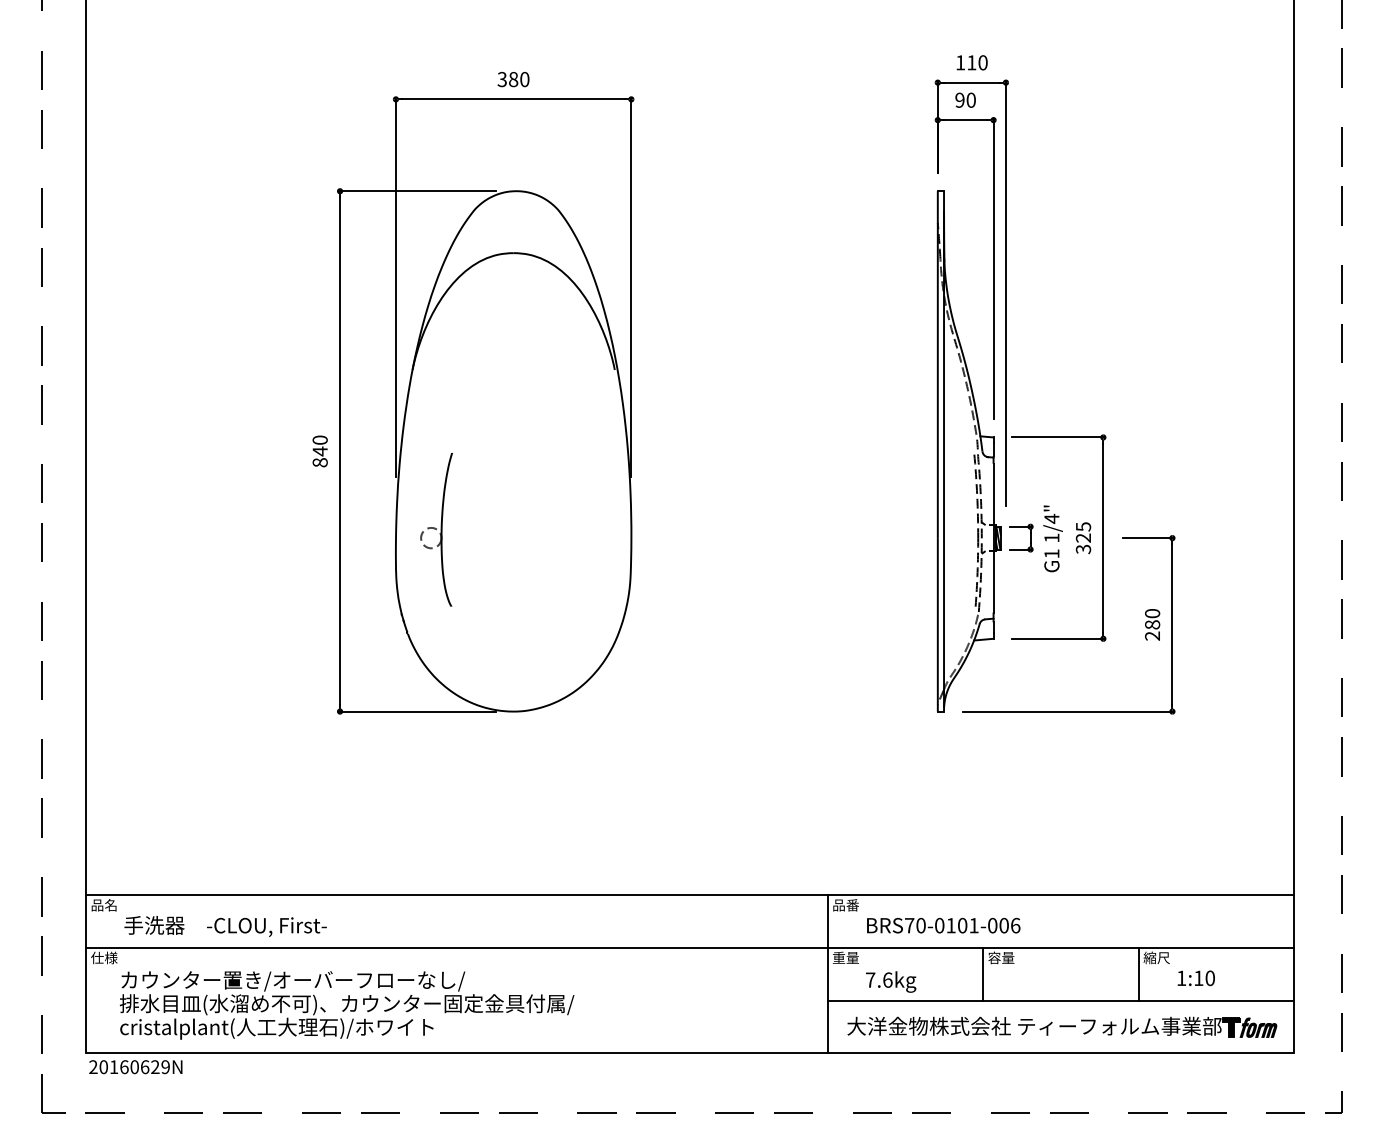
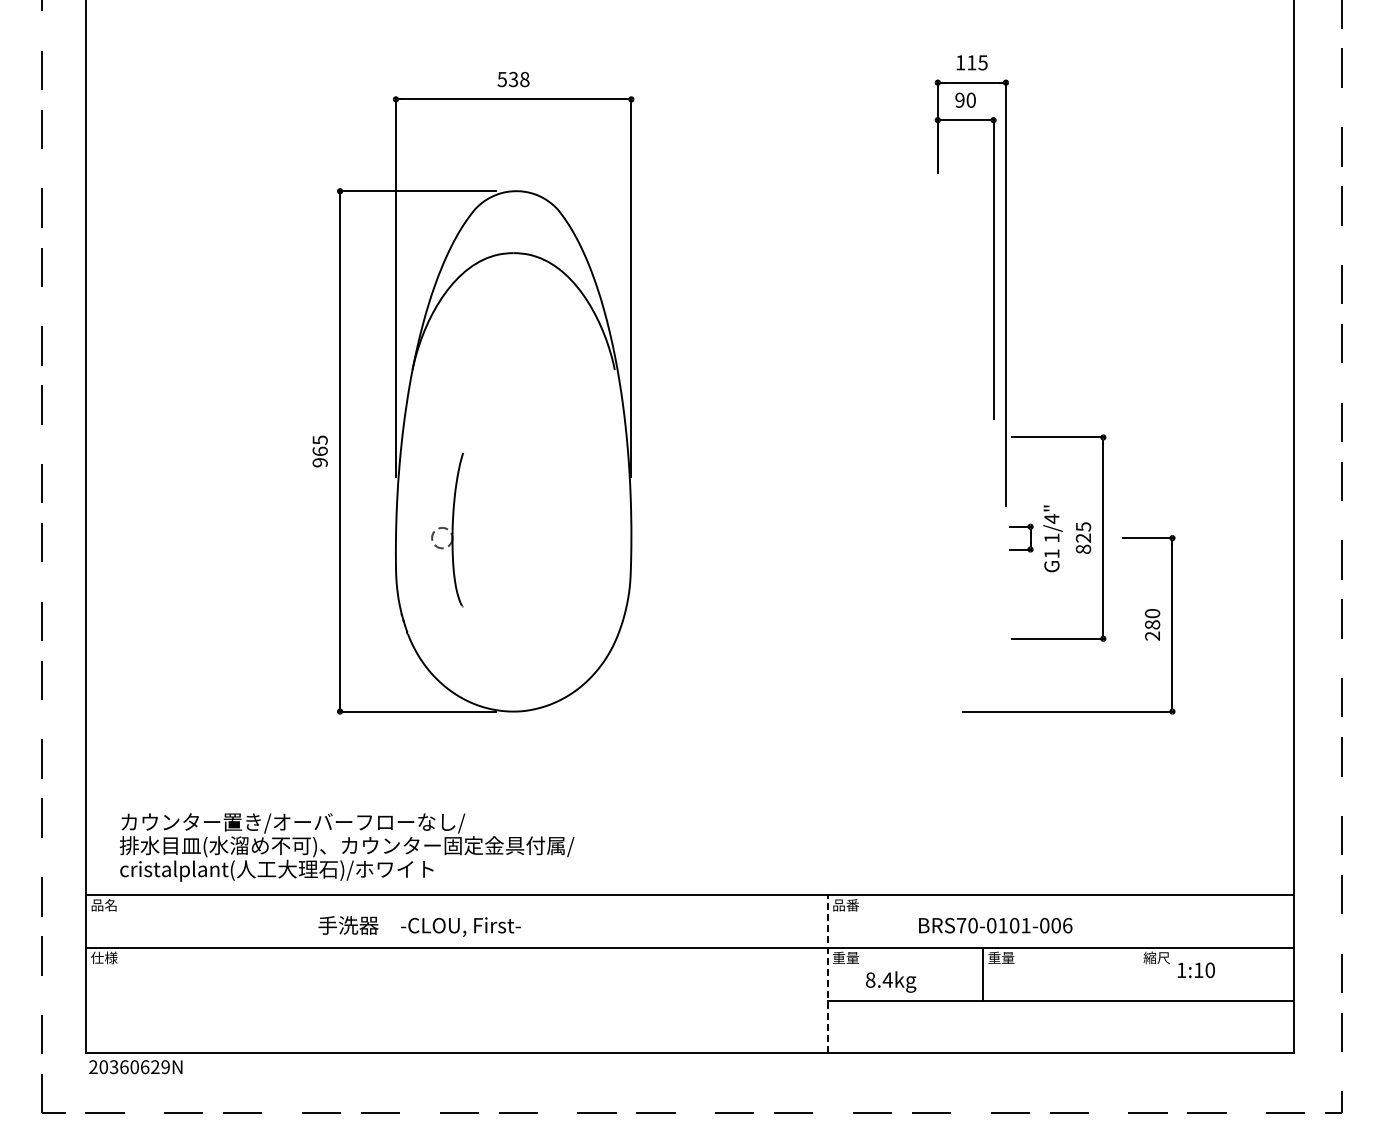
text at (982, 62): 110 -> 115
text at (513, 78): 380 -> 538
text at (319, 451): 840 -> 965
part at (968, 451): present -> none
part at (436, 529) position: (436, 529) -> (447, 529)
text at (1083, 549): 325 -> 825
text at (943, 925) position: (943, 925) -> (995, 925)
text at (225, 926) position: (225, 926) -> (419, 926)
text at (994, 957): 容量 -> 重量
line at (1138, 973): present -> none
line at (827, 974): solid -> dashed
text at (1195, 978) position: (1195, 978) -> (1195, 970)
text at (879, 979): 7.6kg -> 8.4kg
text at (347, 1005) position: (347, 1005) -> (347, 847)
part at (1062, 1026): present -> none
text at (113, 1067): 20160629N -> 20360629N
